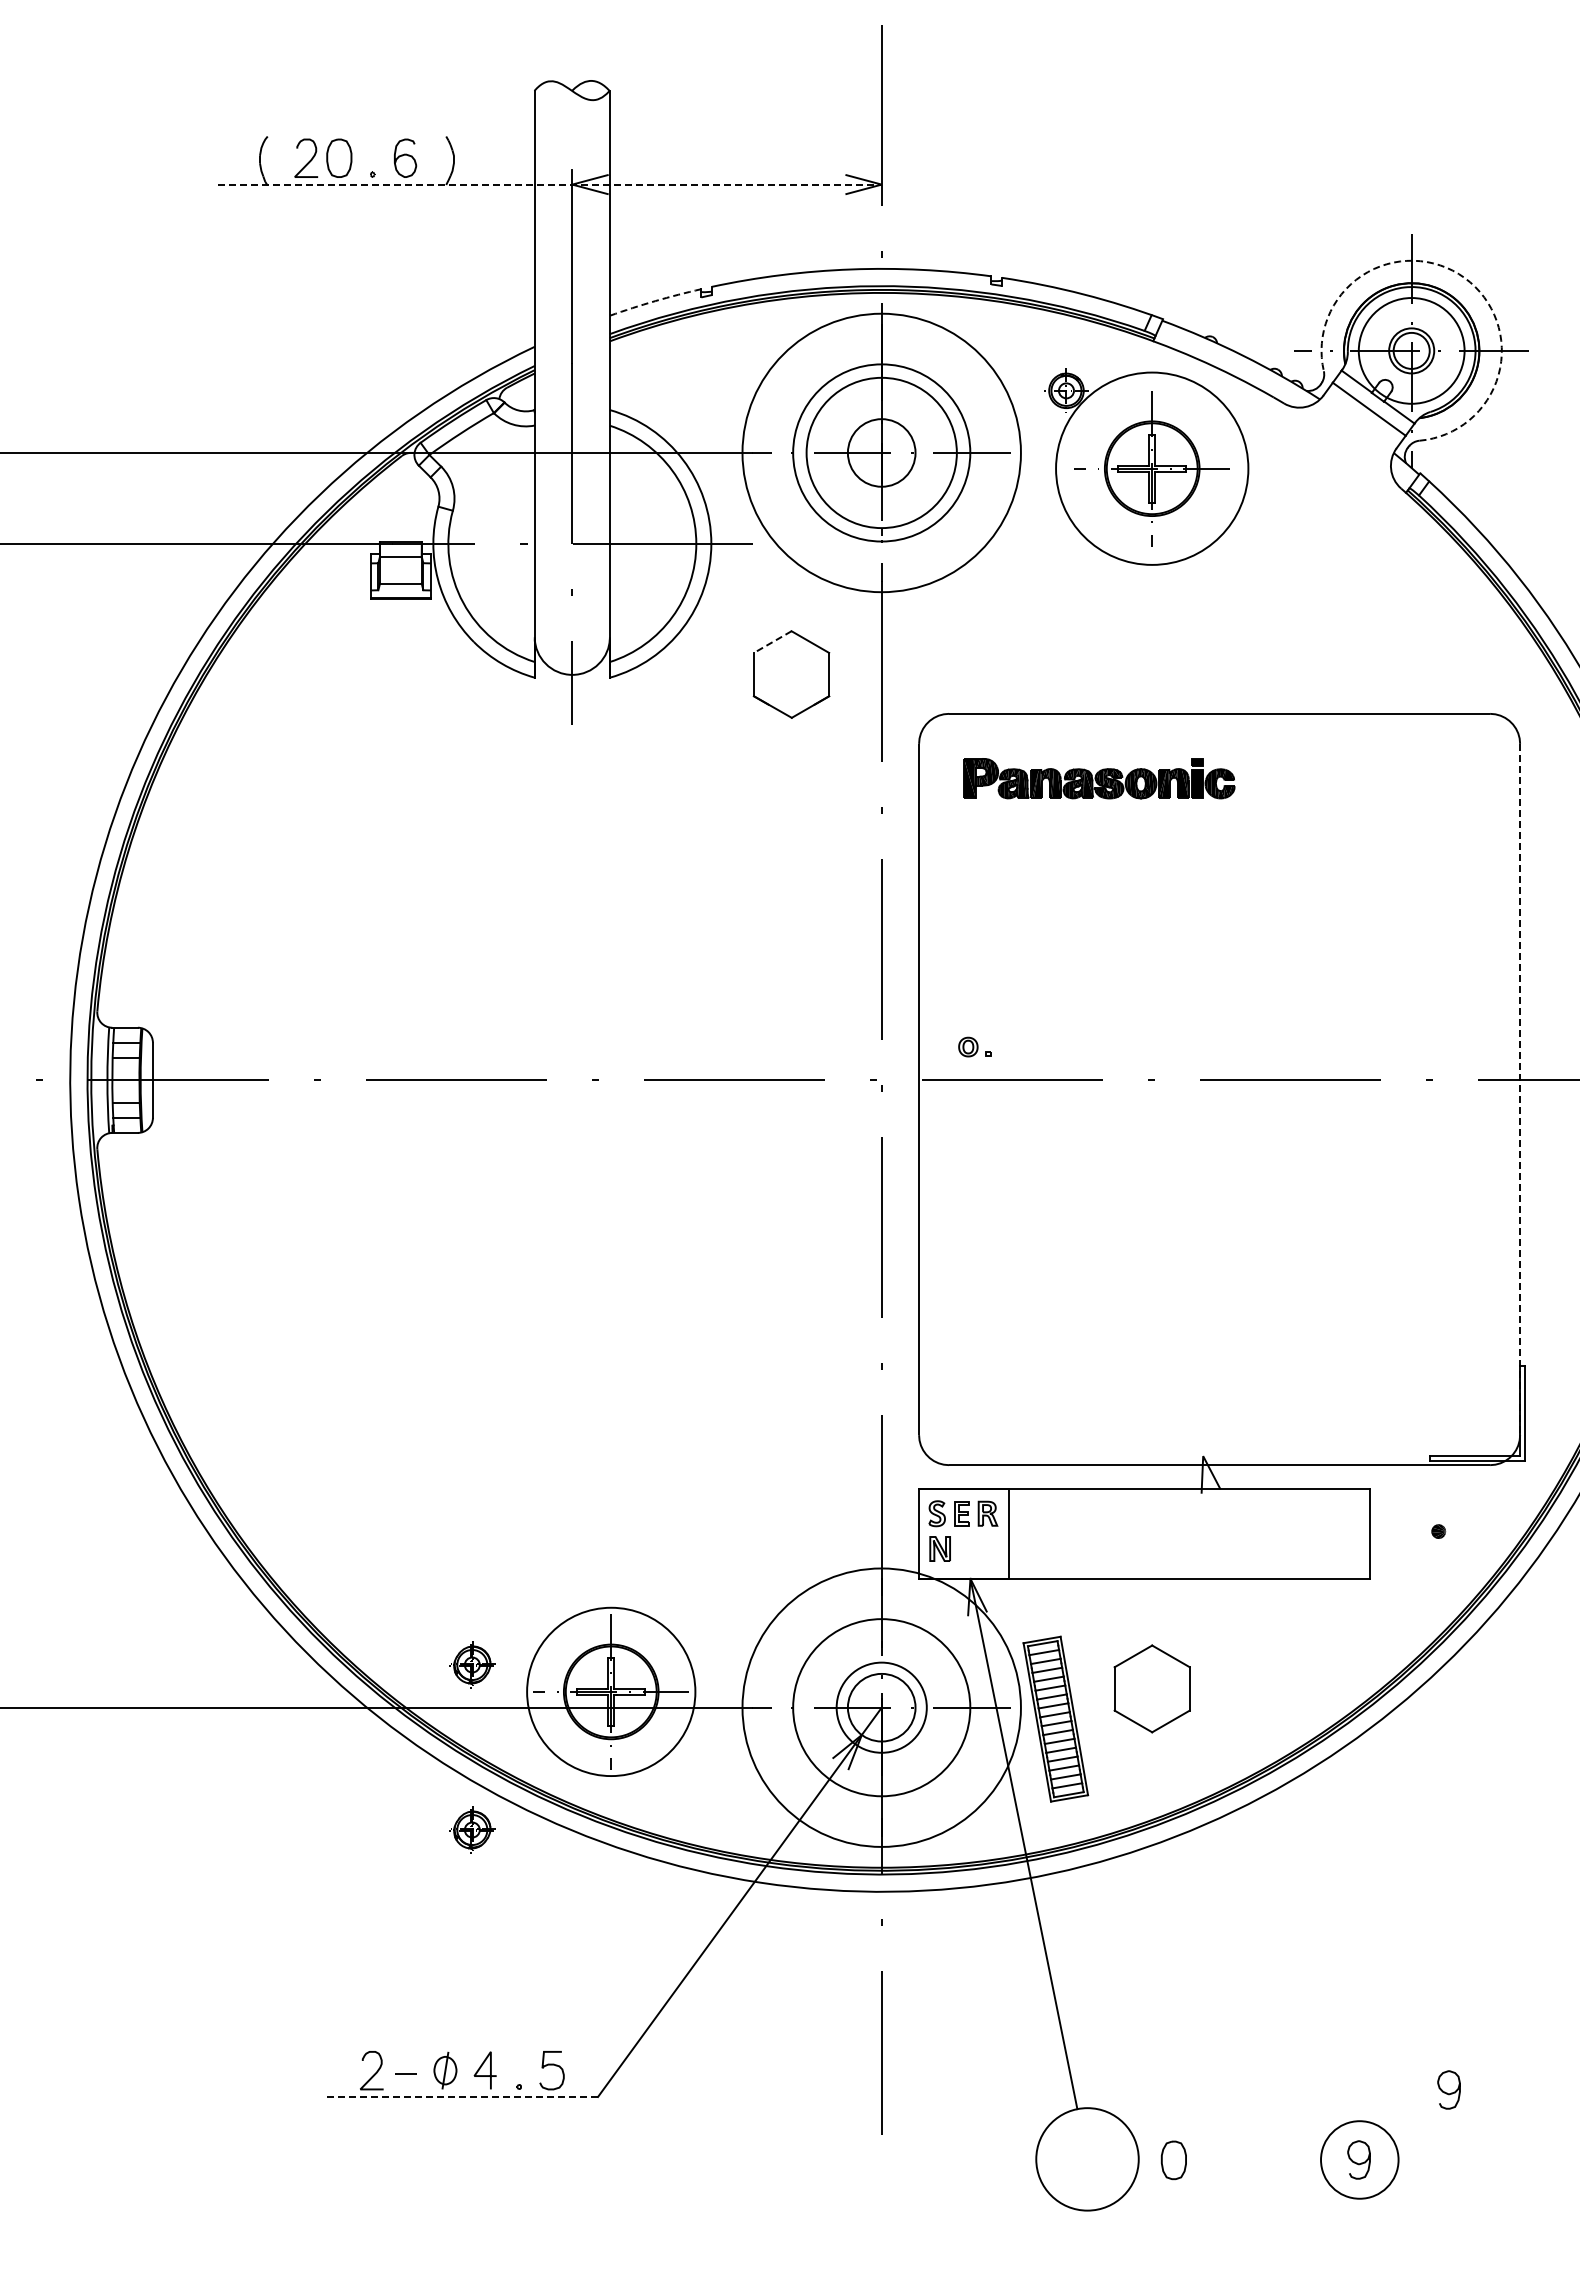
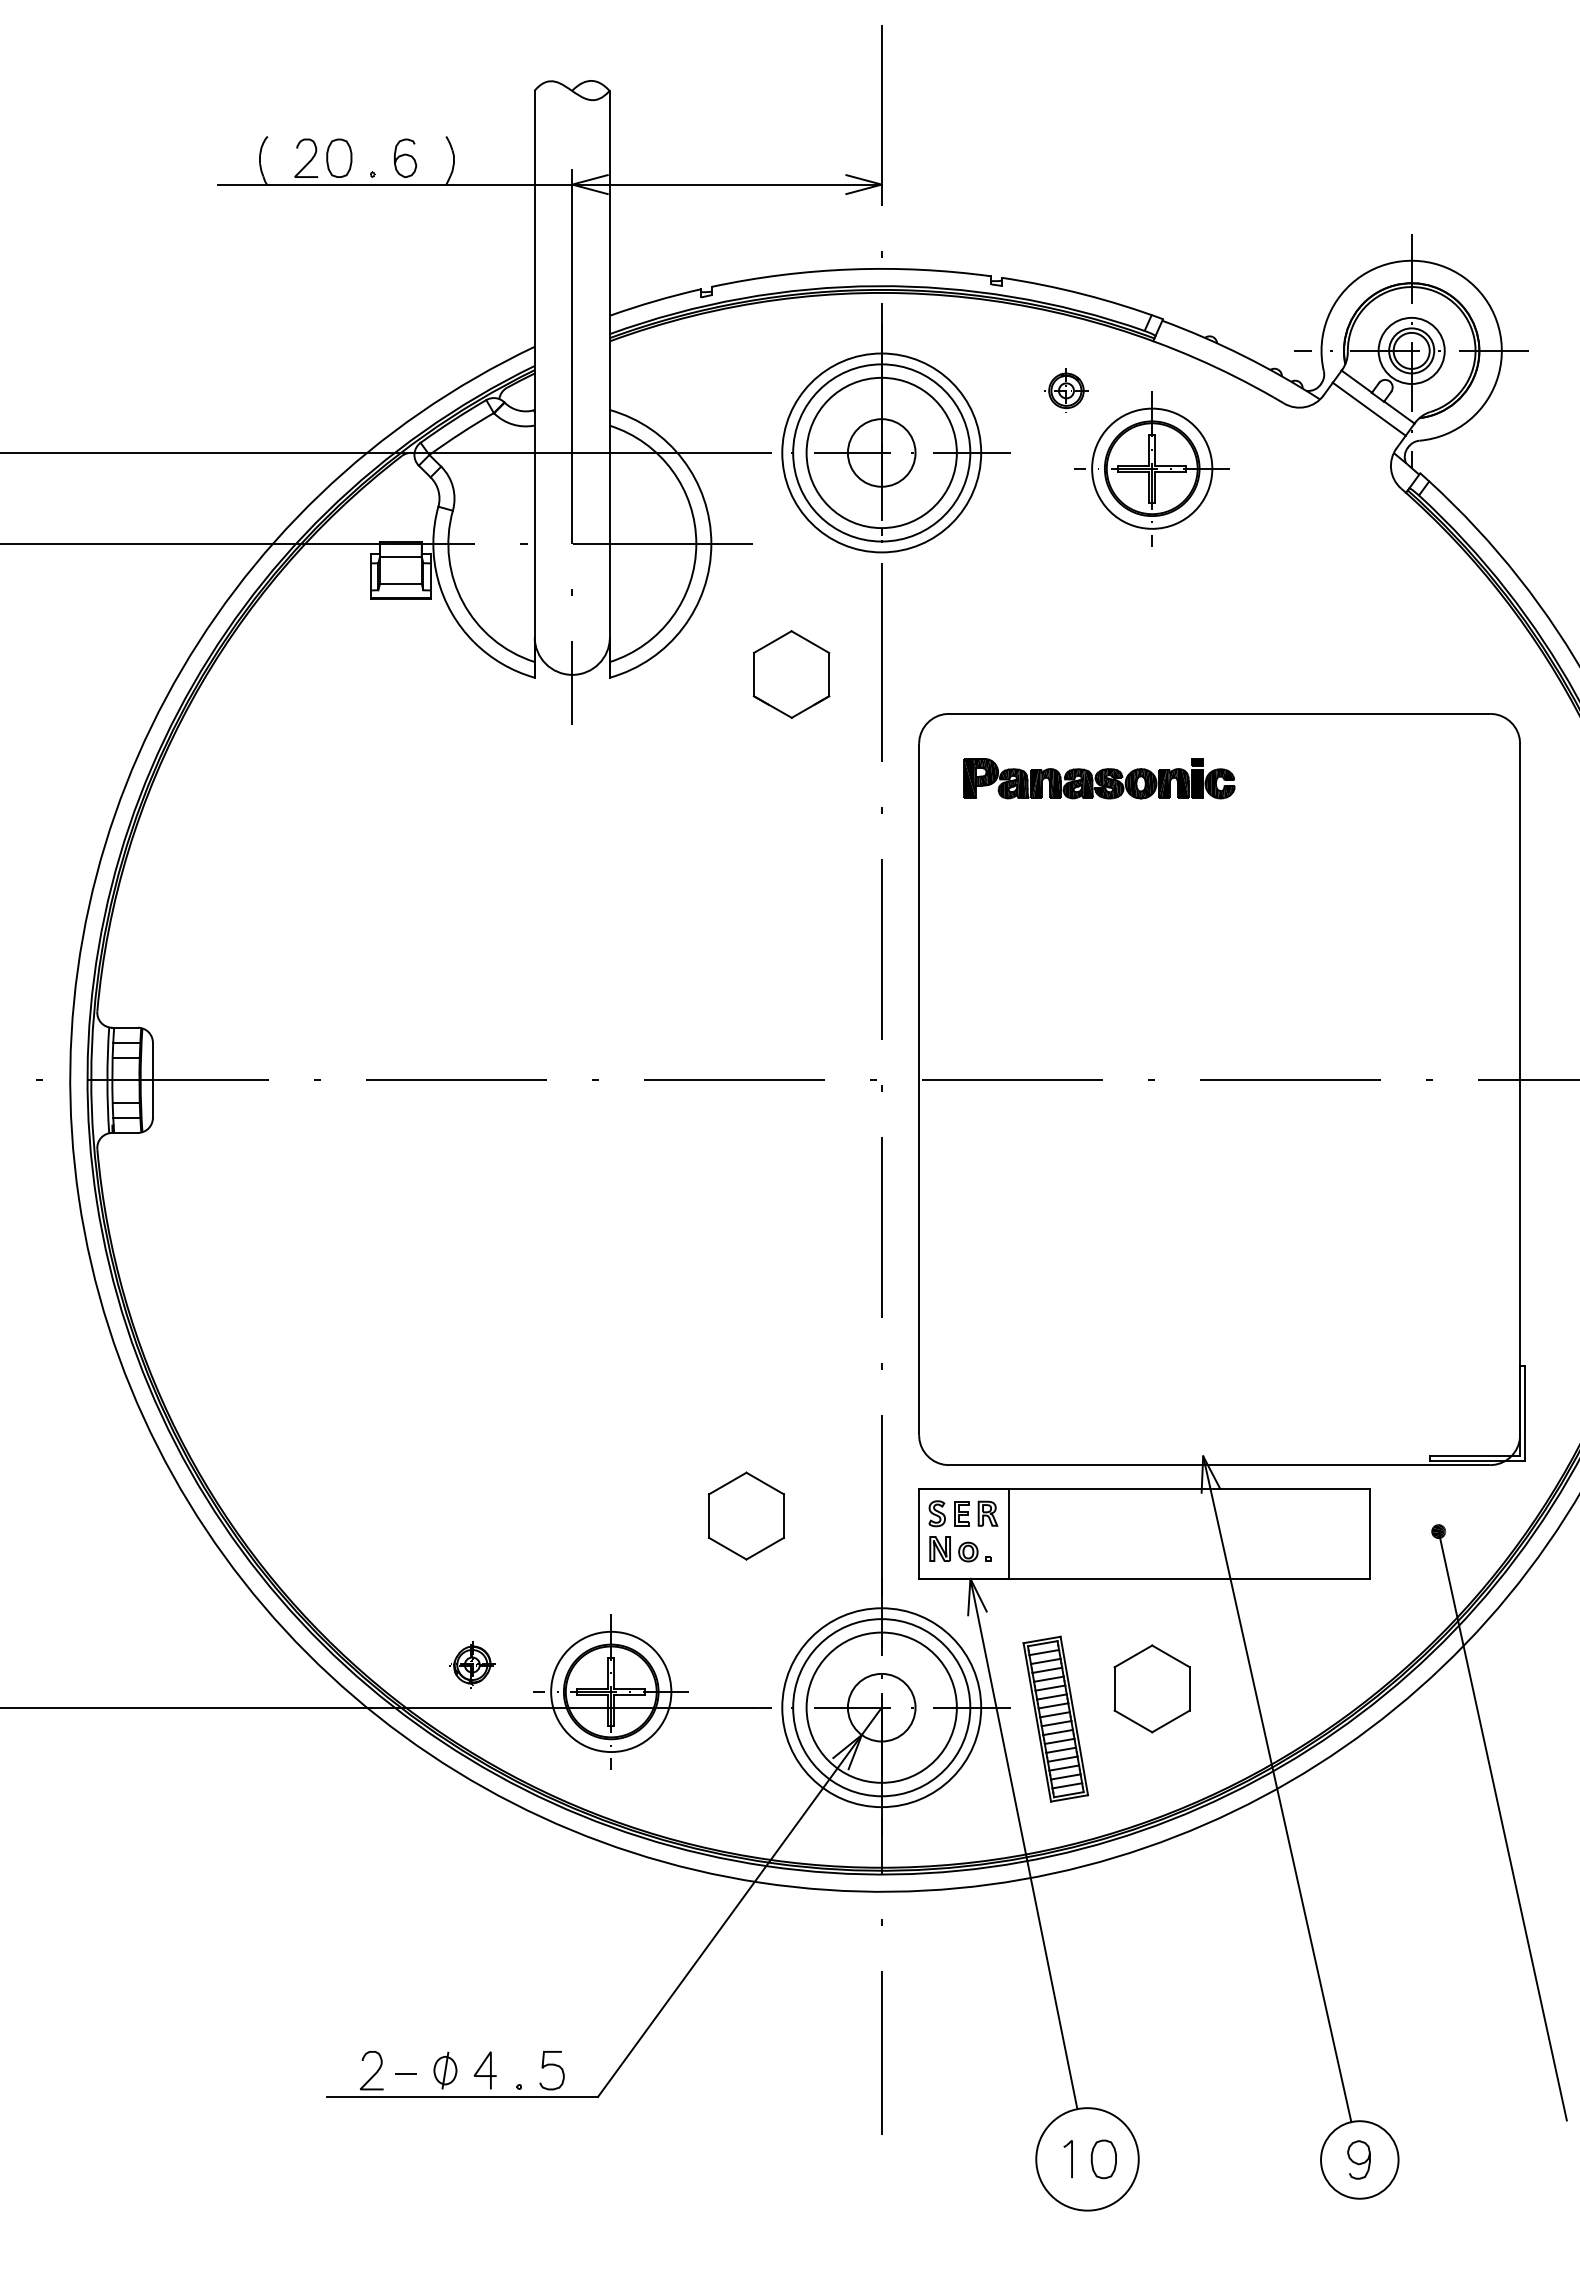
line at (549, 184): dashed -> solid
arc at (1464, 277): dashed -> solid
arc at (655, 301): dashed -> solid
circle at (1411, 350) diameter: 106 px -> 66 px
circle at (881, 452) diameter: 278 px -> 199 px
circle at (1152, 468) diameter: 192 px -> 120 px
line at (772, 642): dashed -> solid
part at (974, 1046) position: (974, 1046) -> (974, 1551)
line at (1520, 1089): dashed -> solid
part at (746, 1515): none -> present
circle at (611, 1691) diameter: 168 px -> 120 px
circle at (881, 1707) diameter: 278 px -> 199 px
circle at (881, 1707) diameter: 90 px -> 150 px
line at (1277, 1789): none -> present
line at (1502, 1825): none -> present
part at (472, 1829): present -> none
curve at (1447, 2092): present -> none
line at (462, 2096): dashed -> solid
part at (1067, 2159): none -> present
part at (1173, 2160) position: (1173, 2160) -> (1103, 2159)
